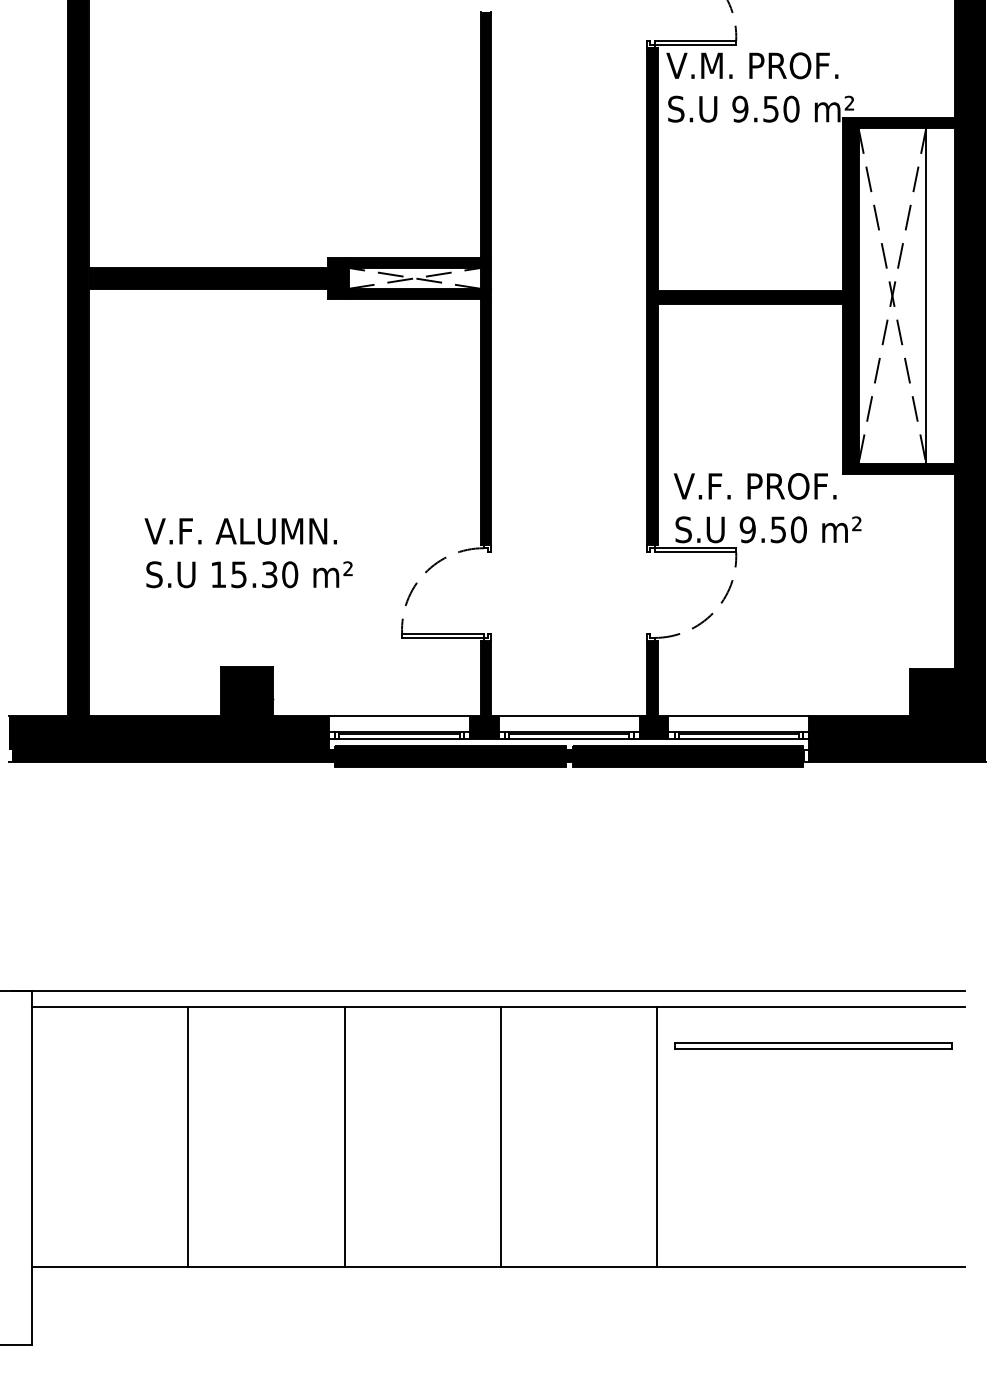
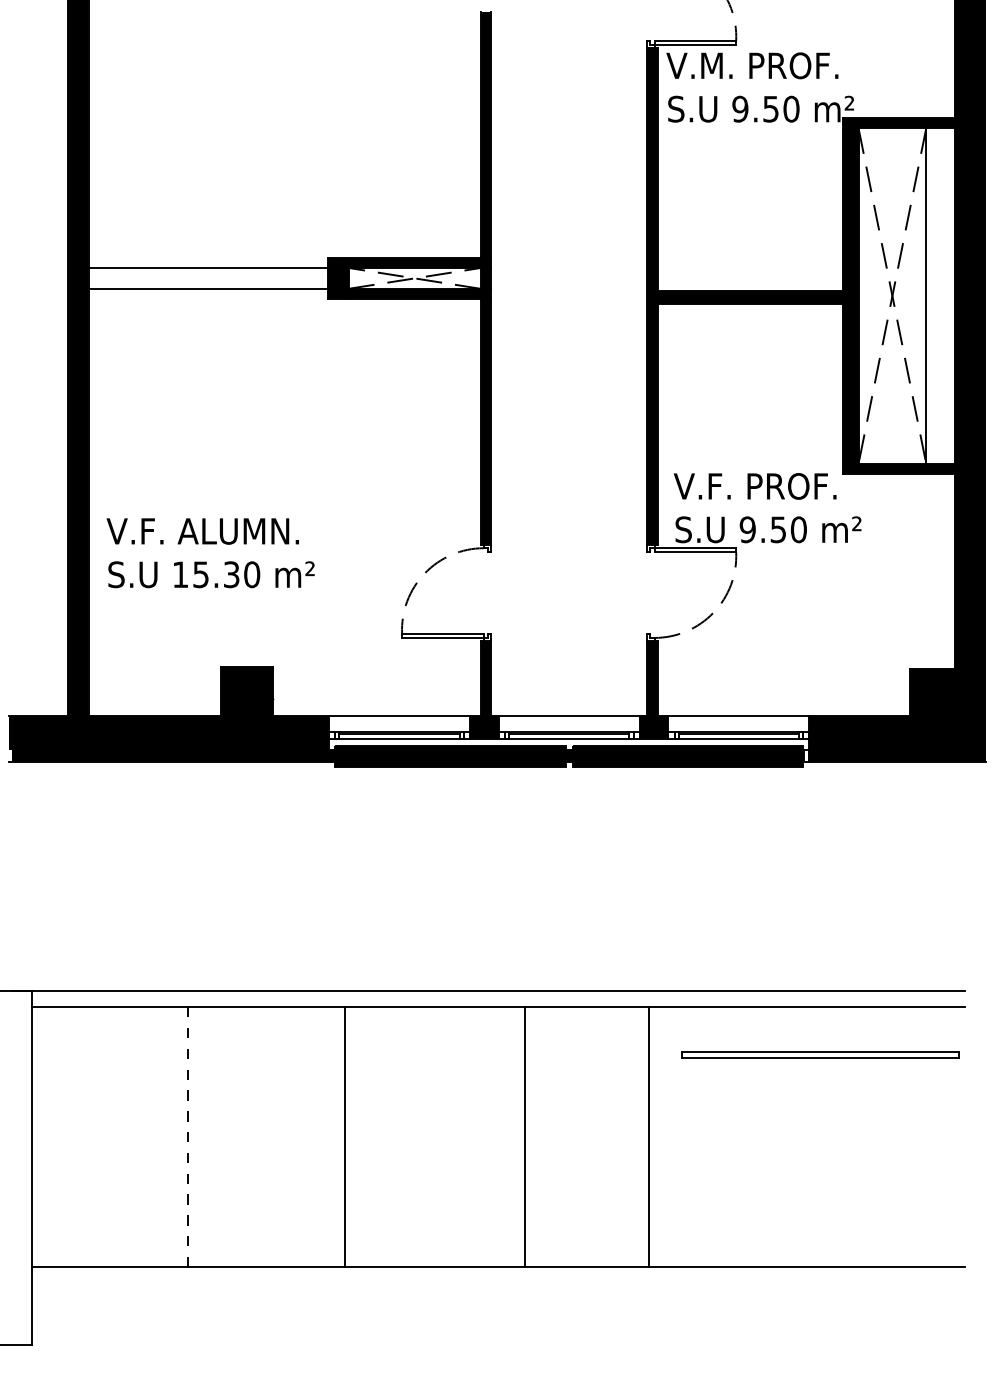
fill at (207, 278): present -> none
text at (248, 553) position: (248, 553) -> (210, 553)
part at (813, 1045) position: (813, 1045) -> (820, 1054)
line at (188, 1137): solid -> dashed
line at (500, 1137) position: (500, 1137) -> (524, 1137)
line at (656, 1137) position: (656, 1137) -> (648, 1137)
